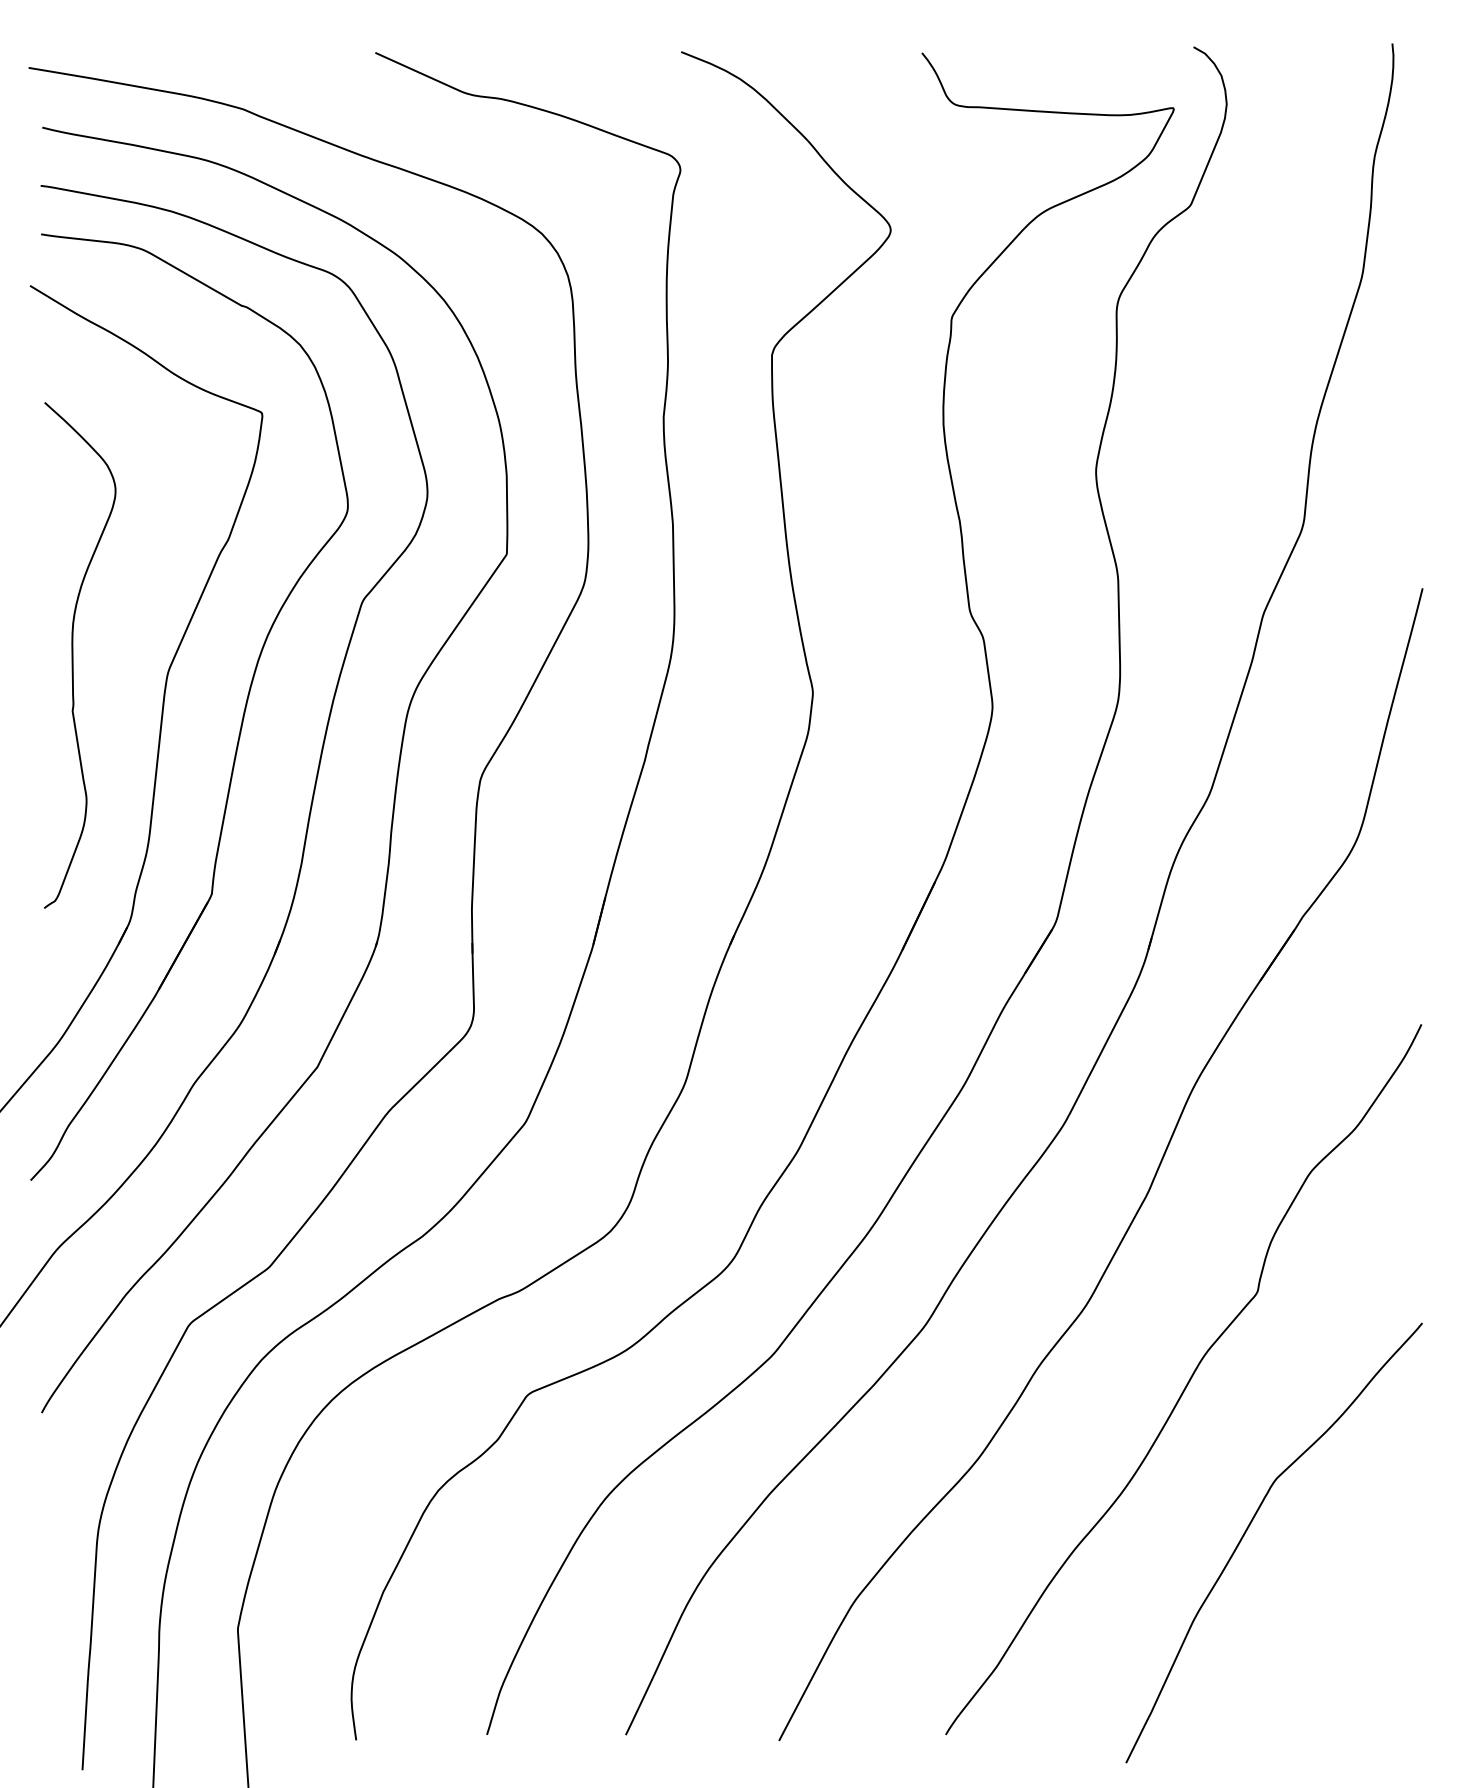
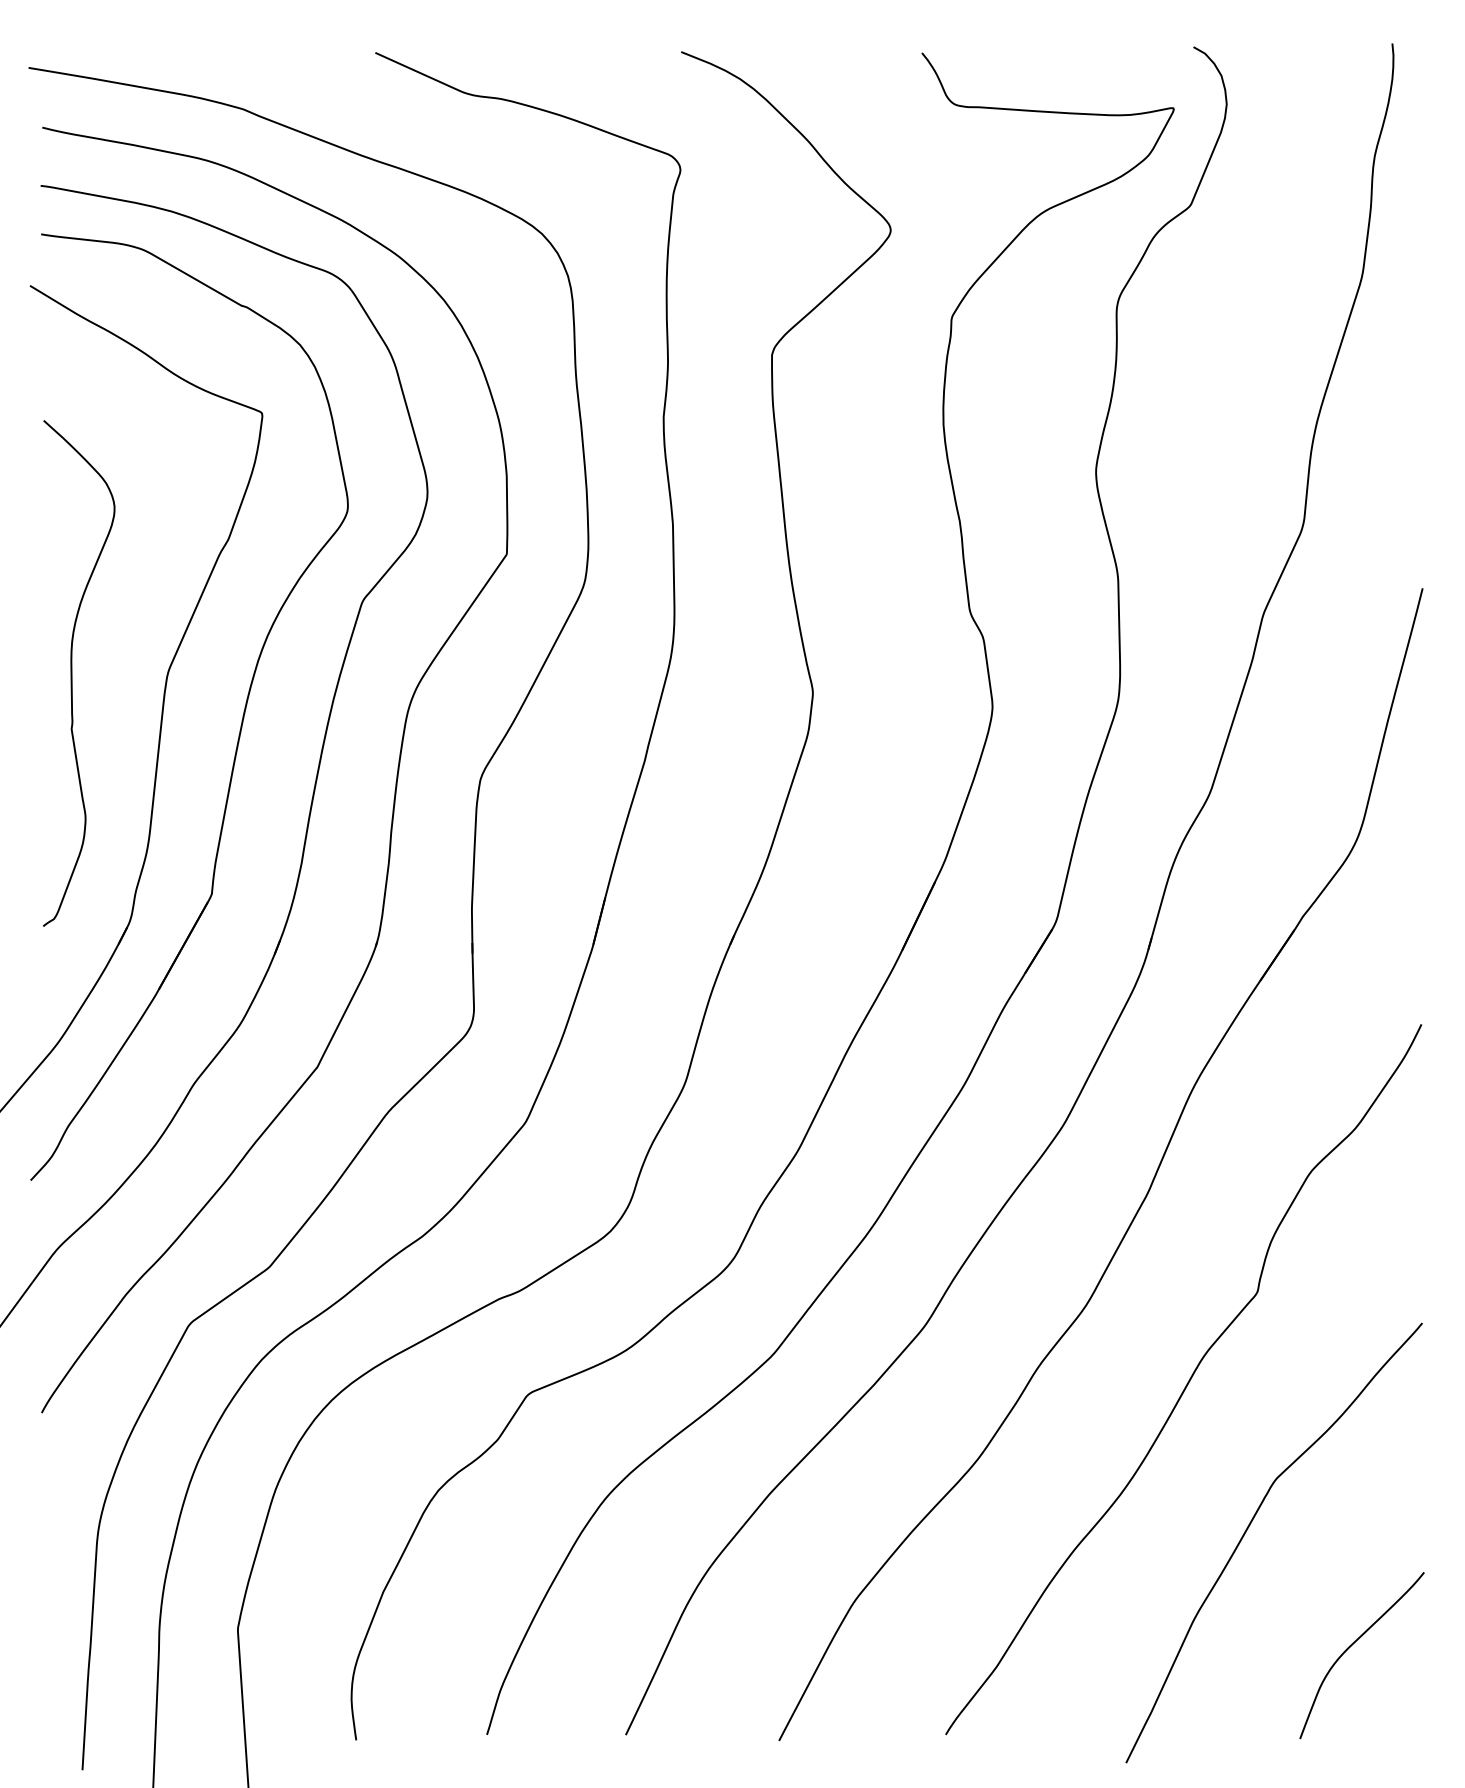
curve at (73, 655) position: (73, 655) -> (72, 673)
curve at (1352, 1645): none -> present
